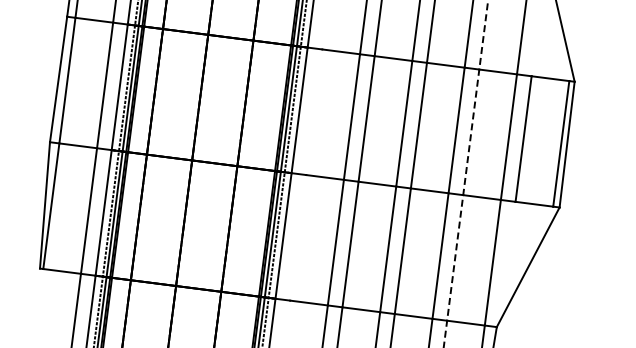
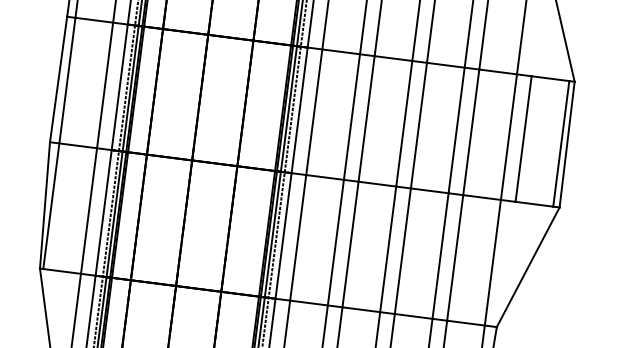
line at (306, 173): none -> present
line at (465, 174): dashed -> solid
line at (44, 306): none -> present
